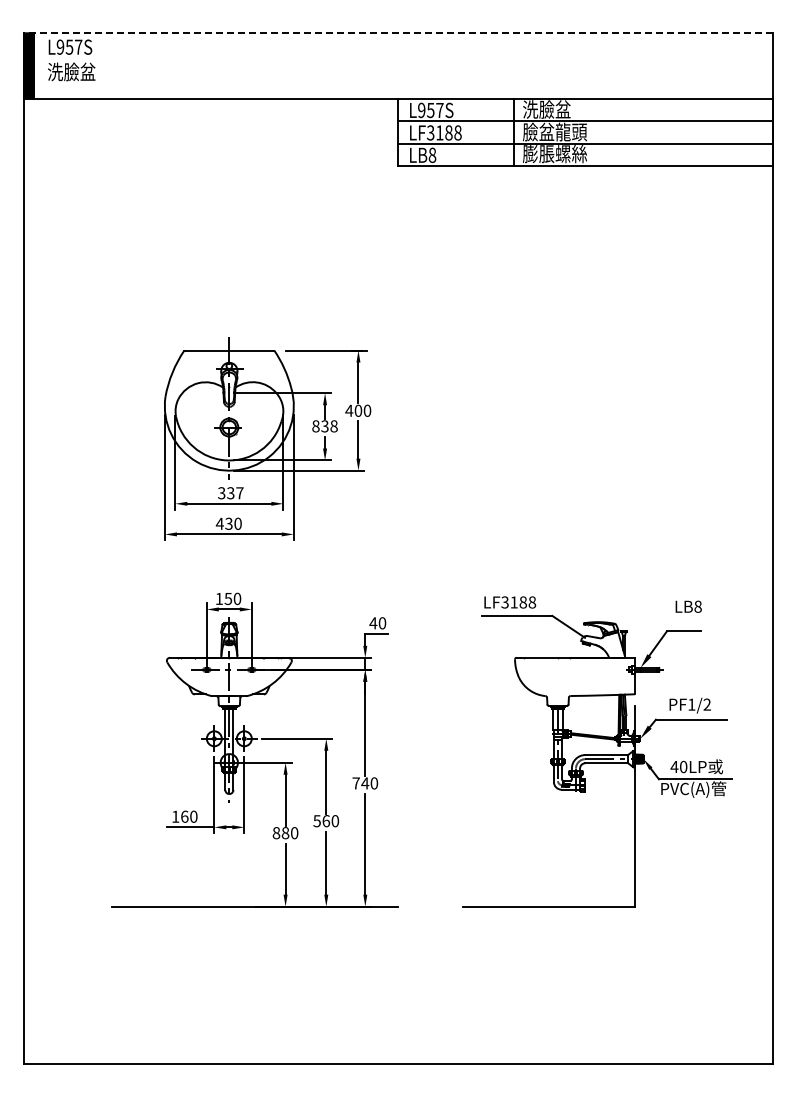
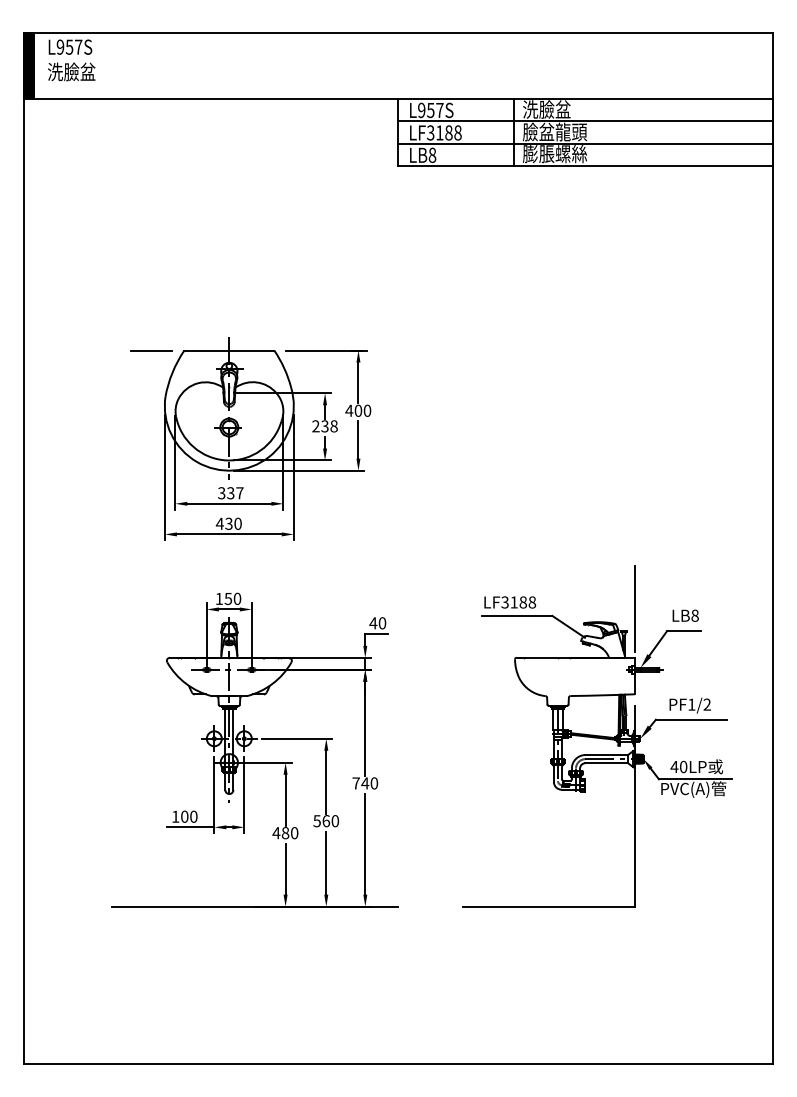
line at (398, 32): dashed -> solid
line at (151, 350): none -> present
text at (315, 426): 838 -> 238
text at (688, 606) position: (688, 606) -> (685, 615)
line at (634, 608): none -> present
text at (184, 816): 160 -> 100
text at (276, 833): 880 -> 480
